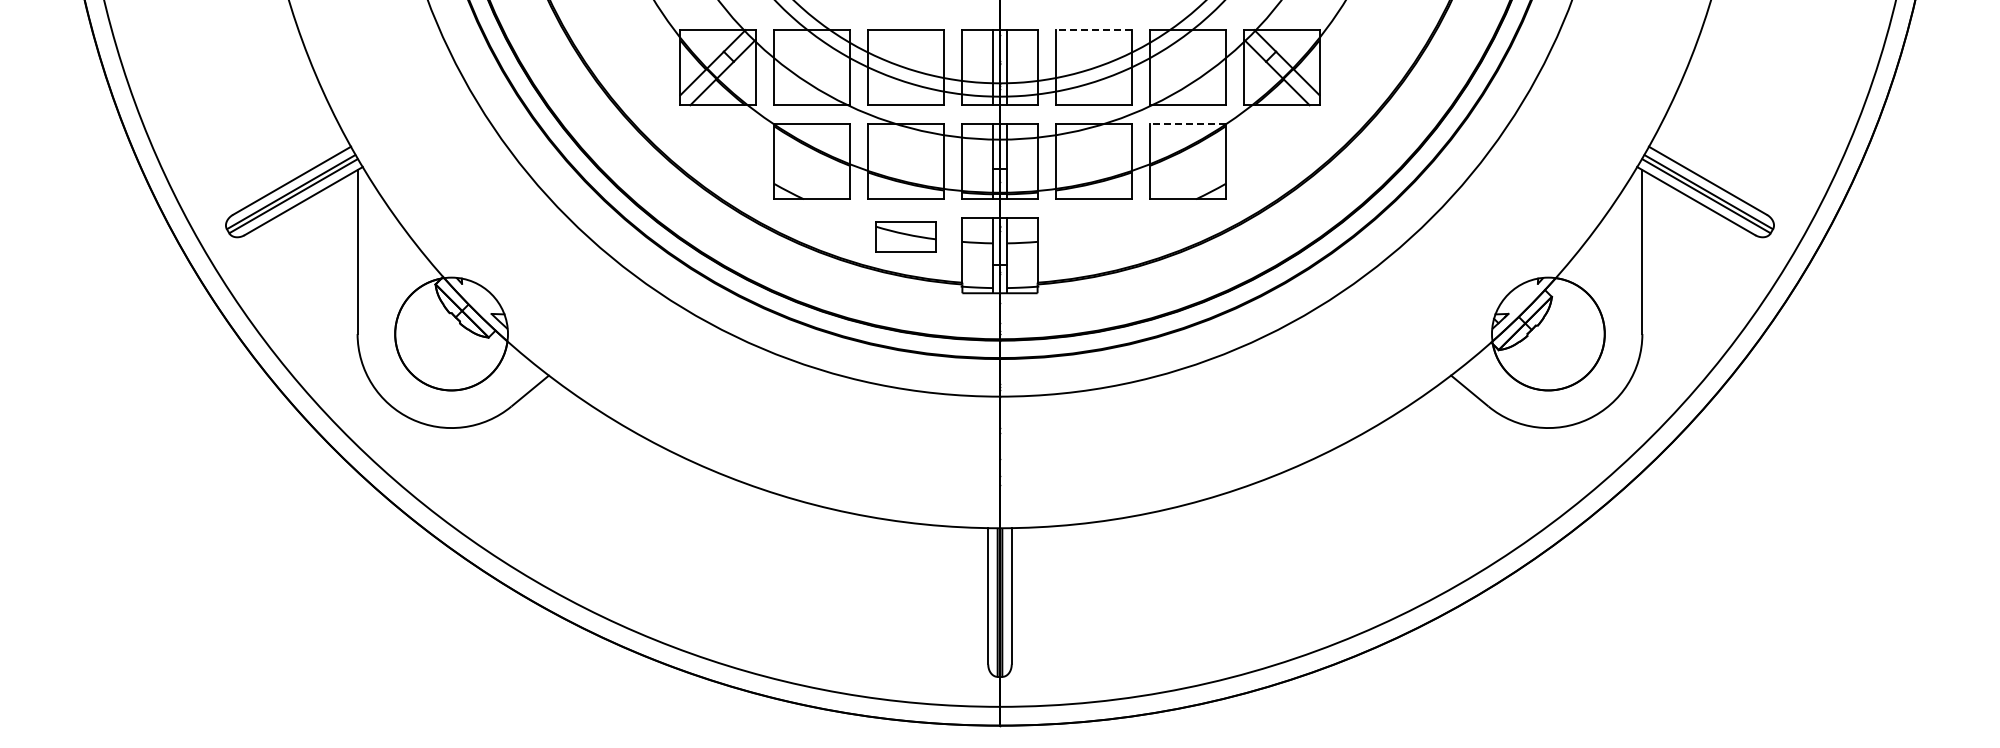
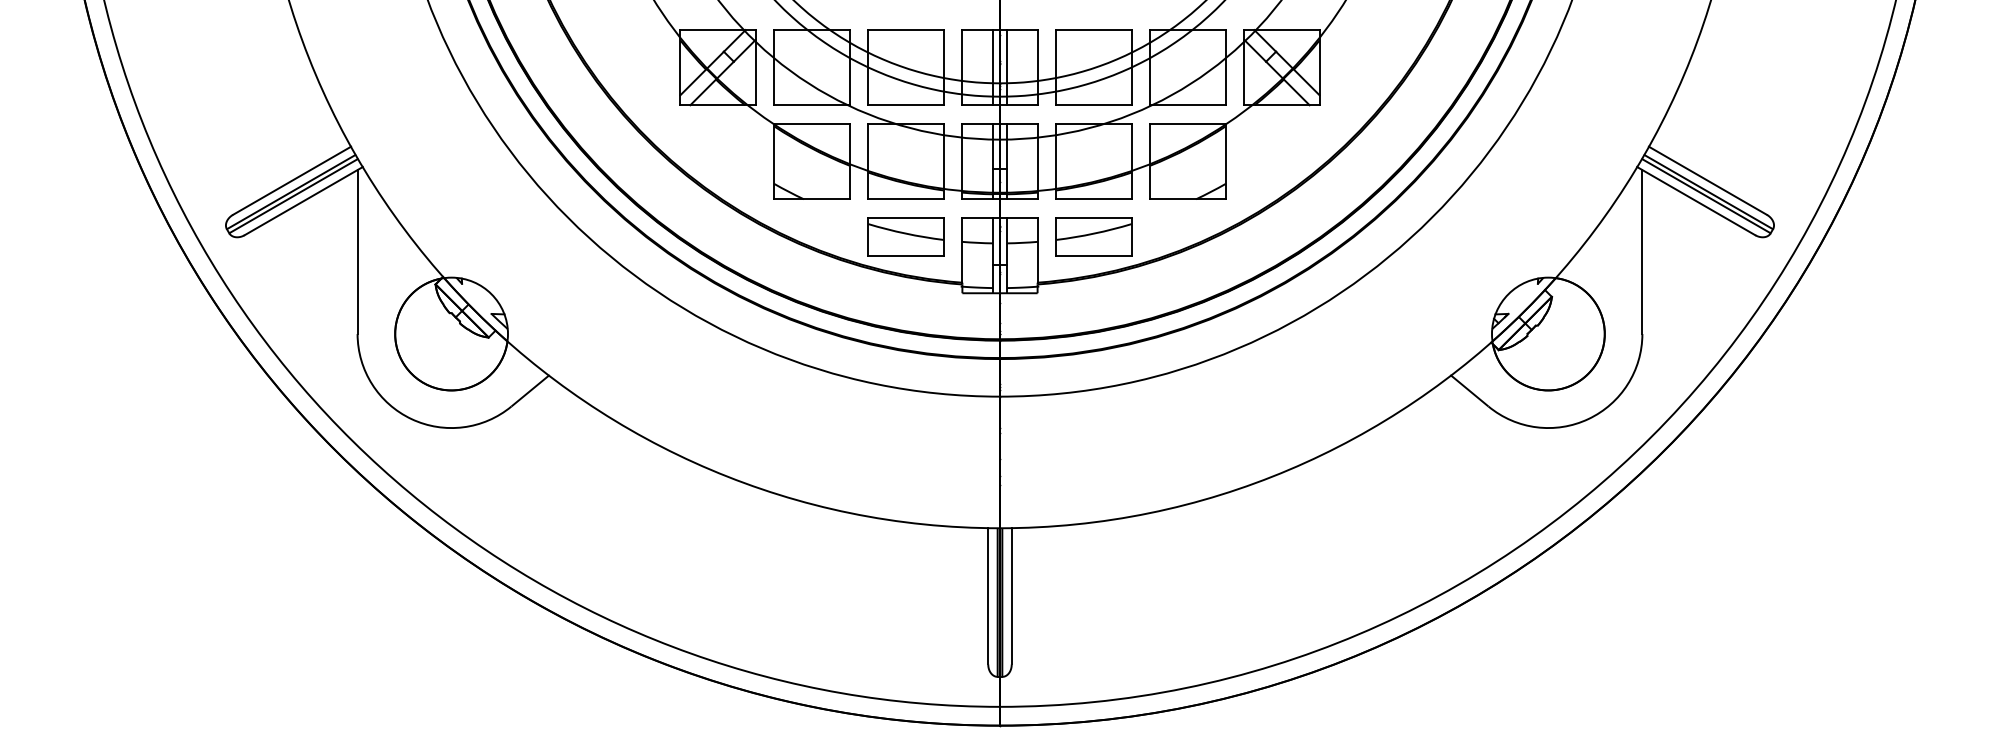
line at (1094, 30): dashed -> solid
line at (1188, 124): dashed -> solid
part at (905, 236) size: 62x32 px -> 78x40 px
part at (1093, 236): none -> present
